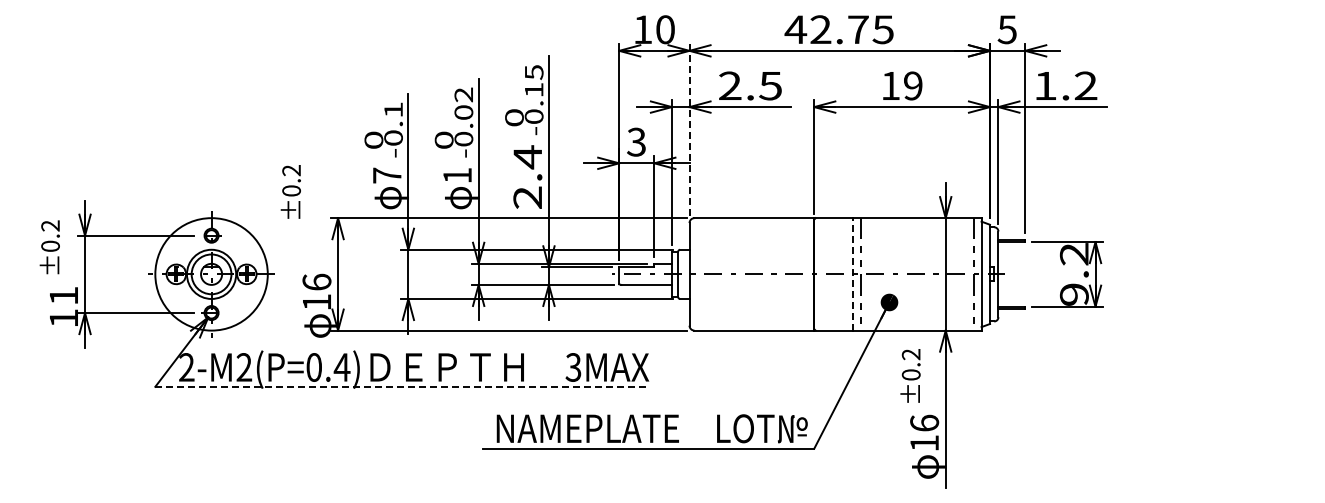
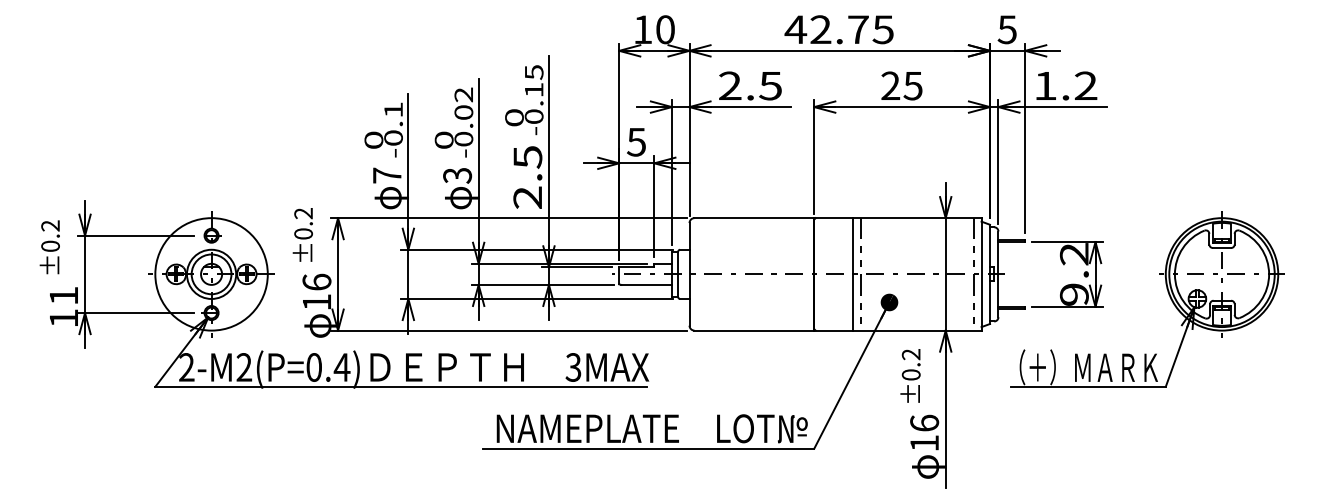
text at (901, 85): 19 -> 25
line at (689, 129): dashed -> solid
text at (636, 141): 3 -> 5
text at (527, 157): 2.4 -> 2.5
text at (457, 175): 1 -> 3
text at (290, 191) position: (290, 191) -> (302, 234)
line at (852, 273): dashed -> solid
part at (1167, 292): none -> present
line at (401, 386): dashed -> solid
